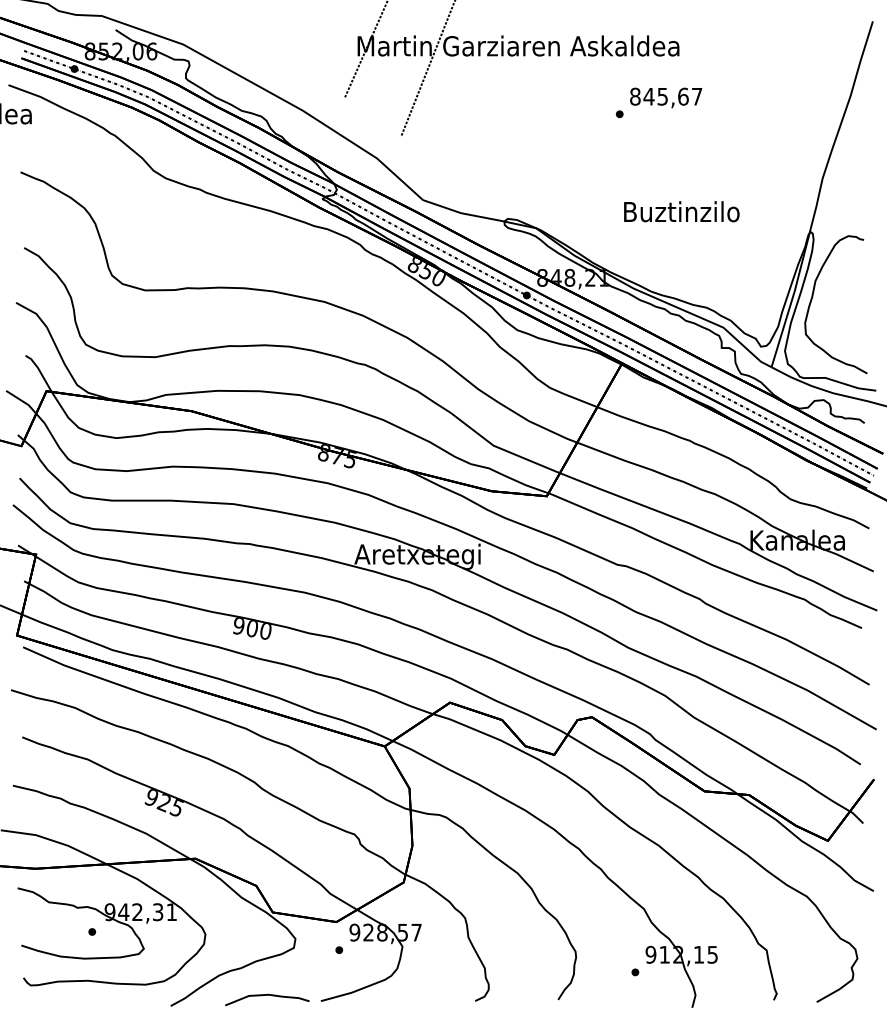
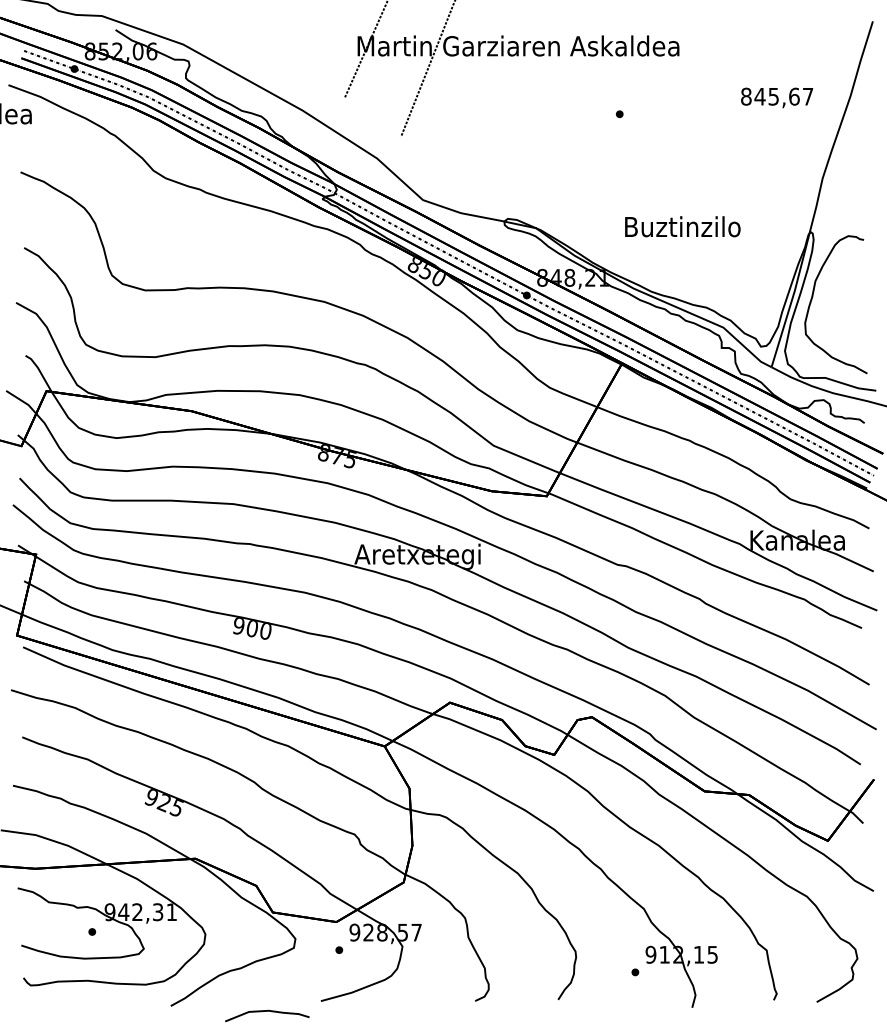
text at (666, 97) position: (666, 97) -> (777, 97)
text at (681, 211) position: (681, 211) -> (682, 226)
curve at (267, 995) position: (267, 995) -> (267, 1011)
